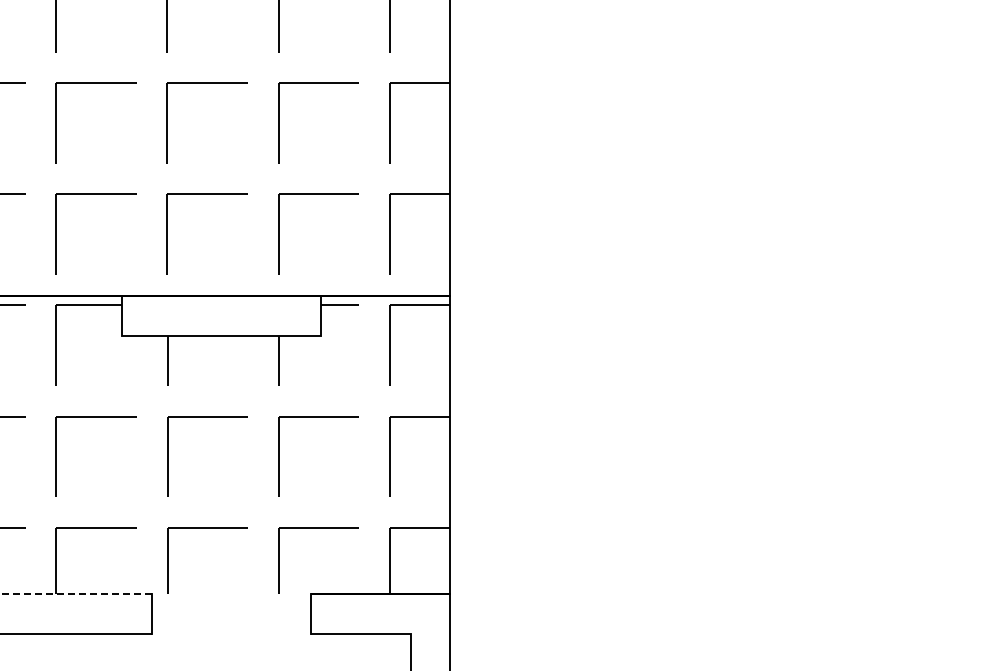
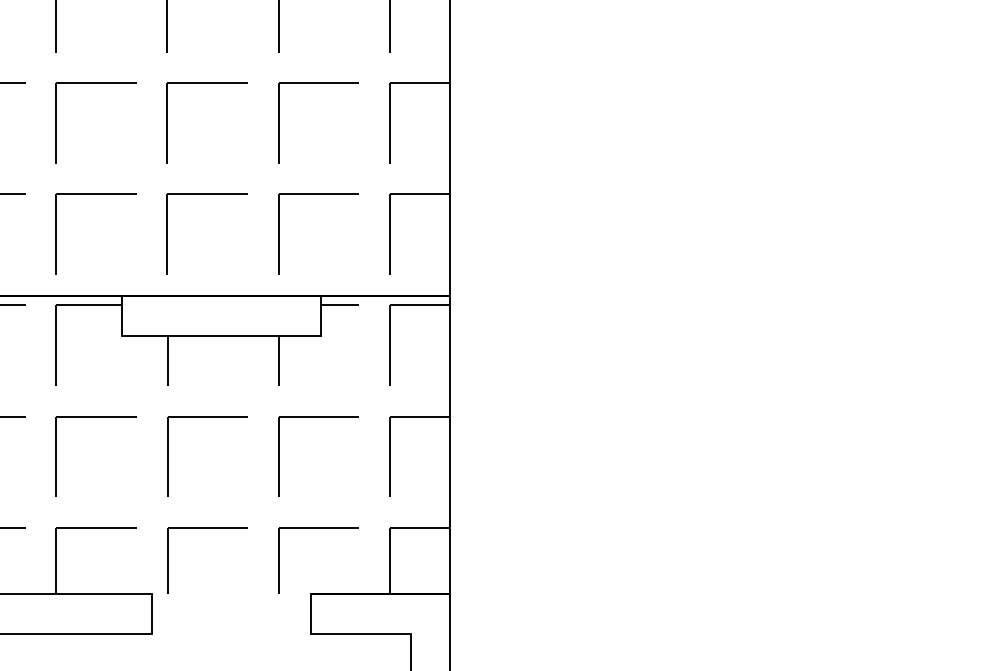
line at (76, 594): dashed -> solid
